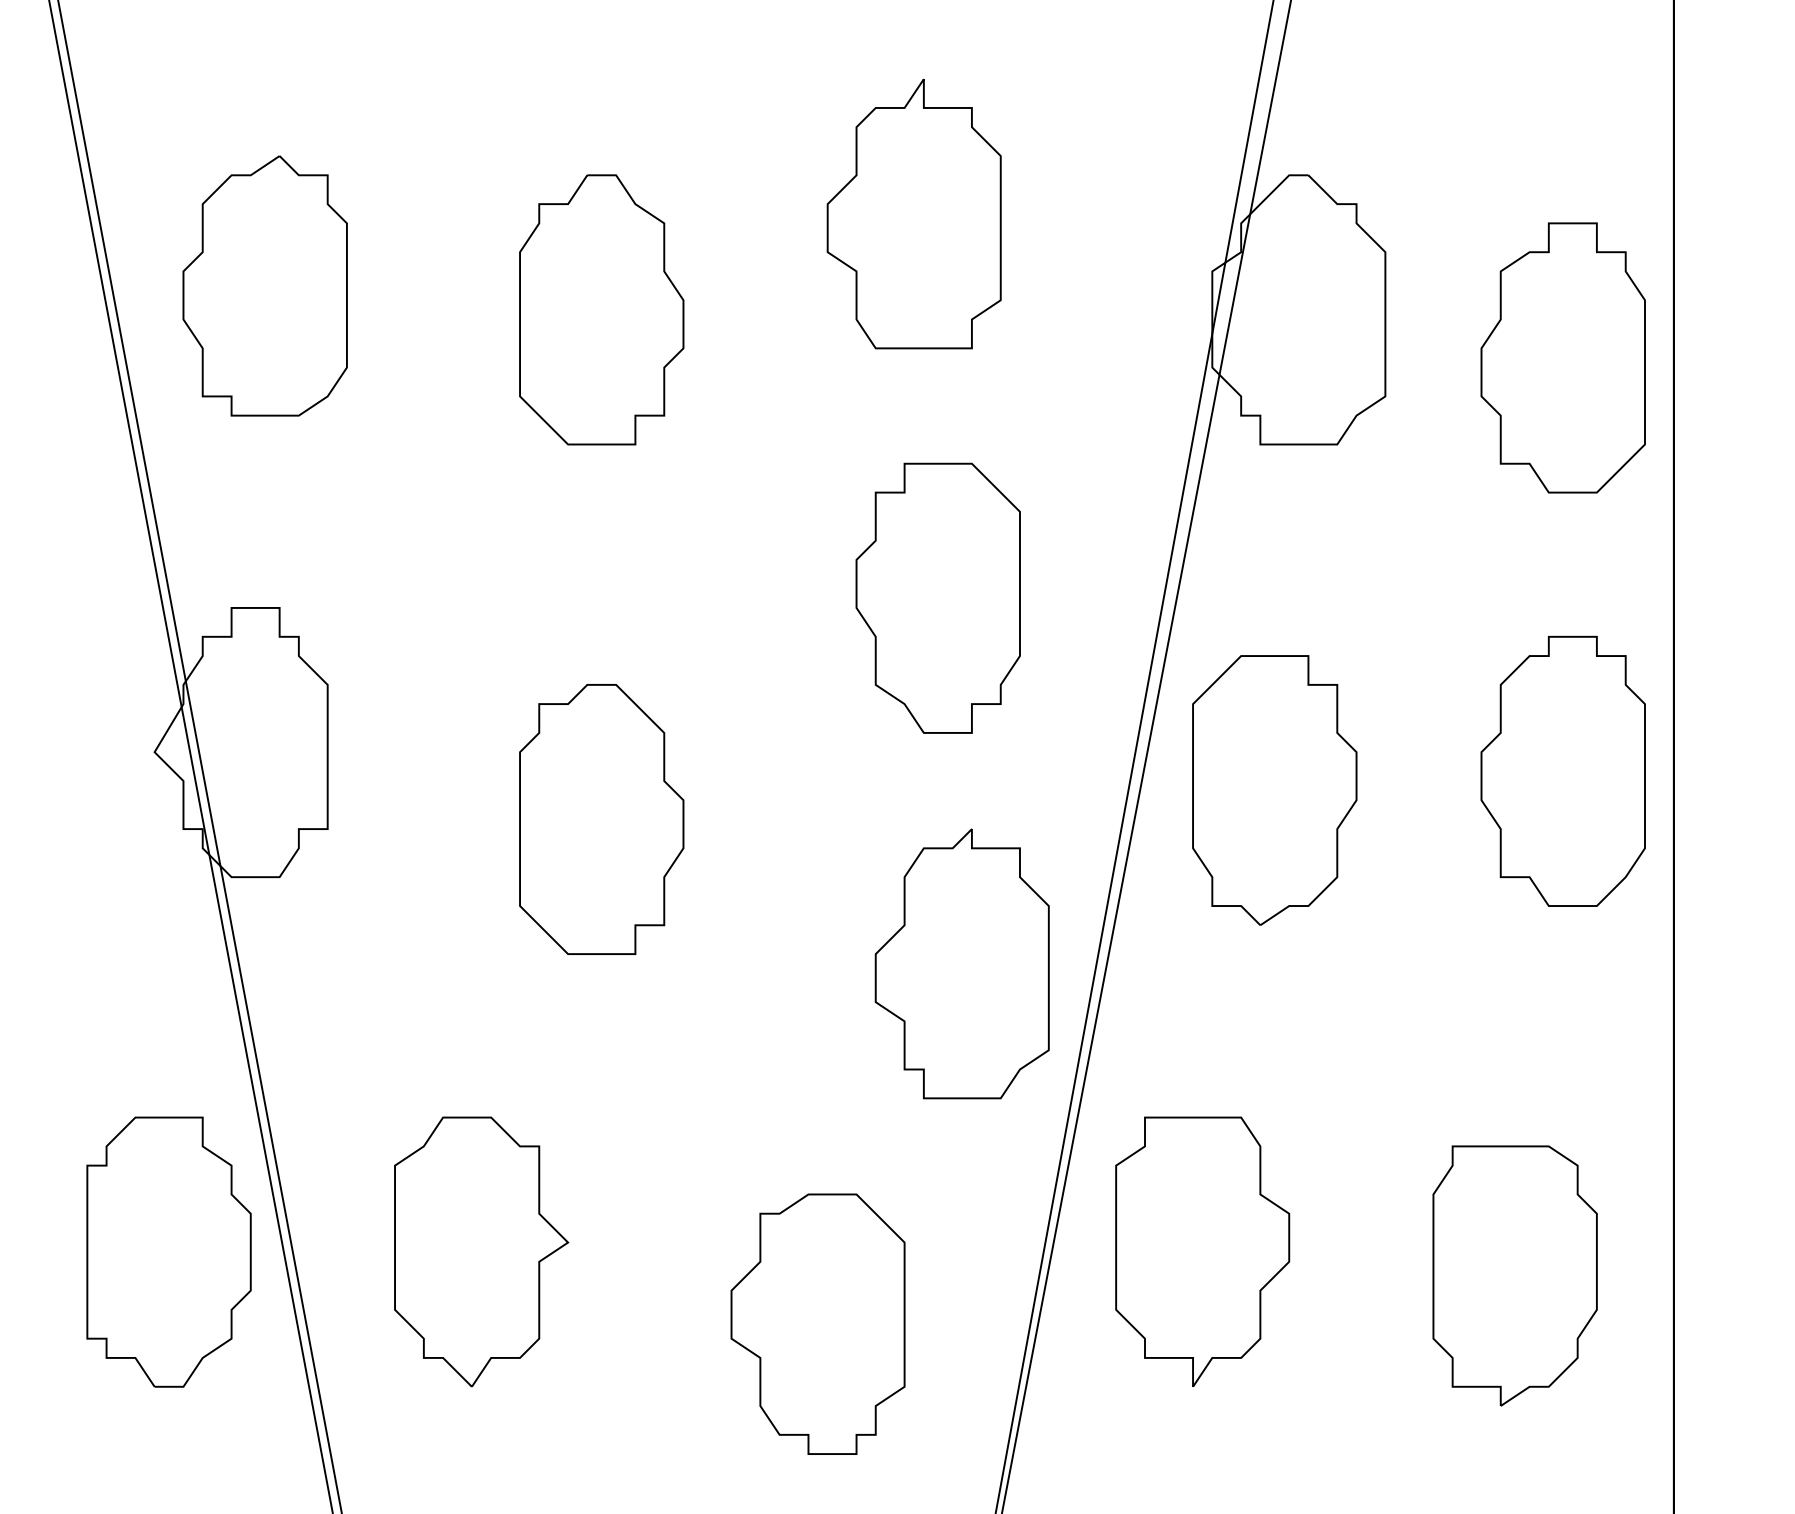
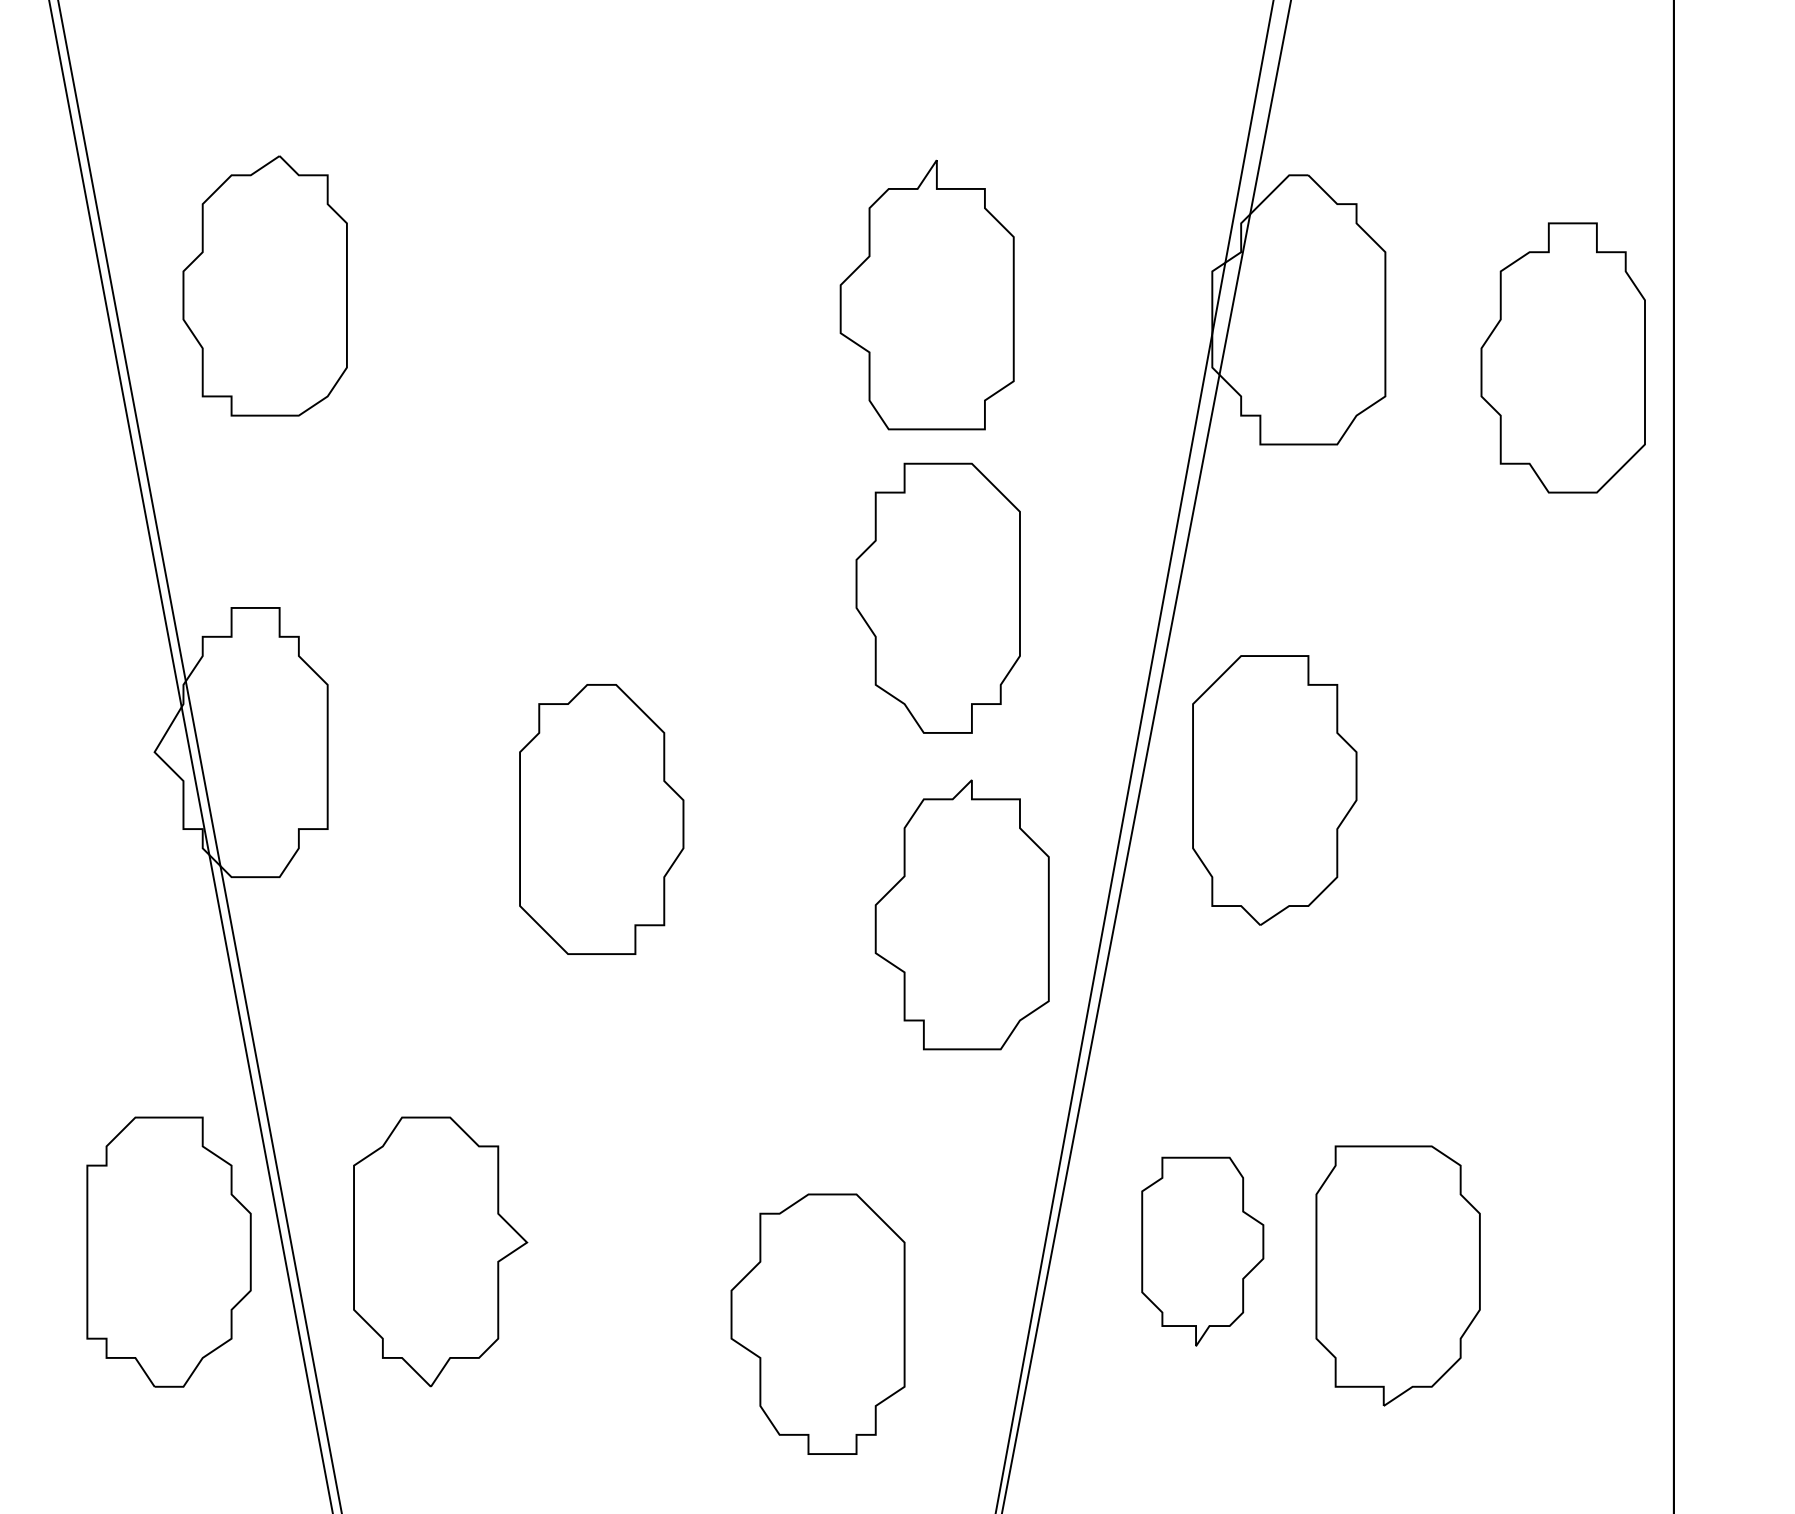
part at (913, 213) position: (913, 213) -> (926, 294)
part at (601, 309): present -> none
part at (1562, 770): present -> none
part at (961, 963) position: (961, 963) -> (961, 914)
part at (481, 1251) position: (481, 1251) -> (440, 1251)
part at (1202, 1251) size: 176x271 px -> 124x191 px
part at (1514, 1275) position: (1514, 1275) -> (1397, 1275)
